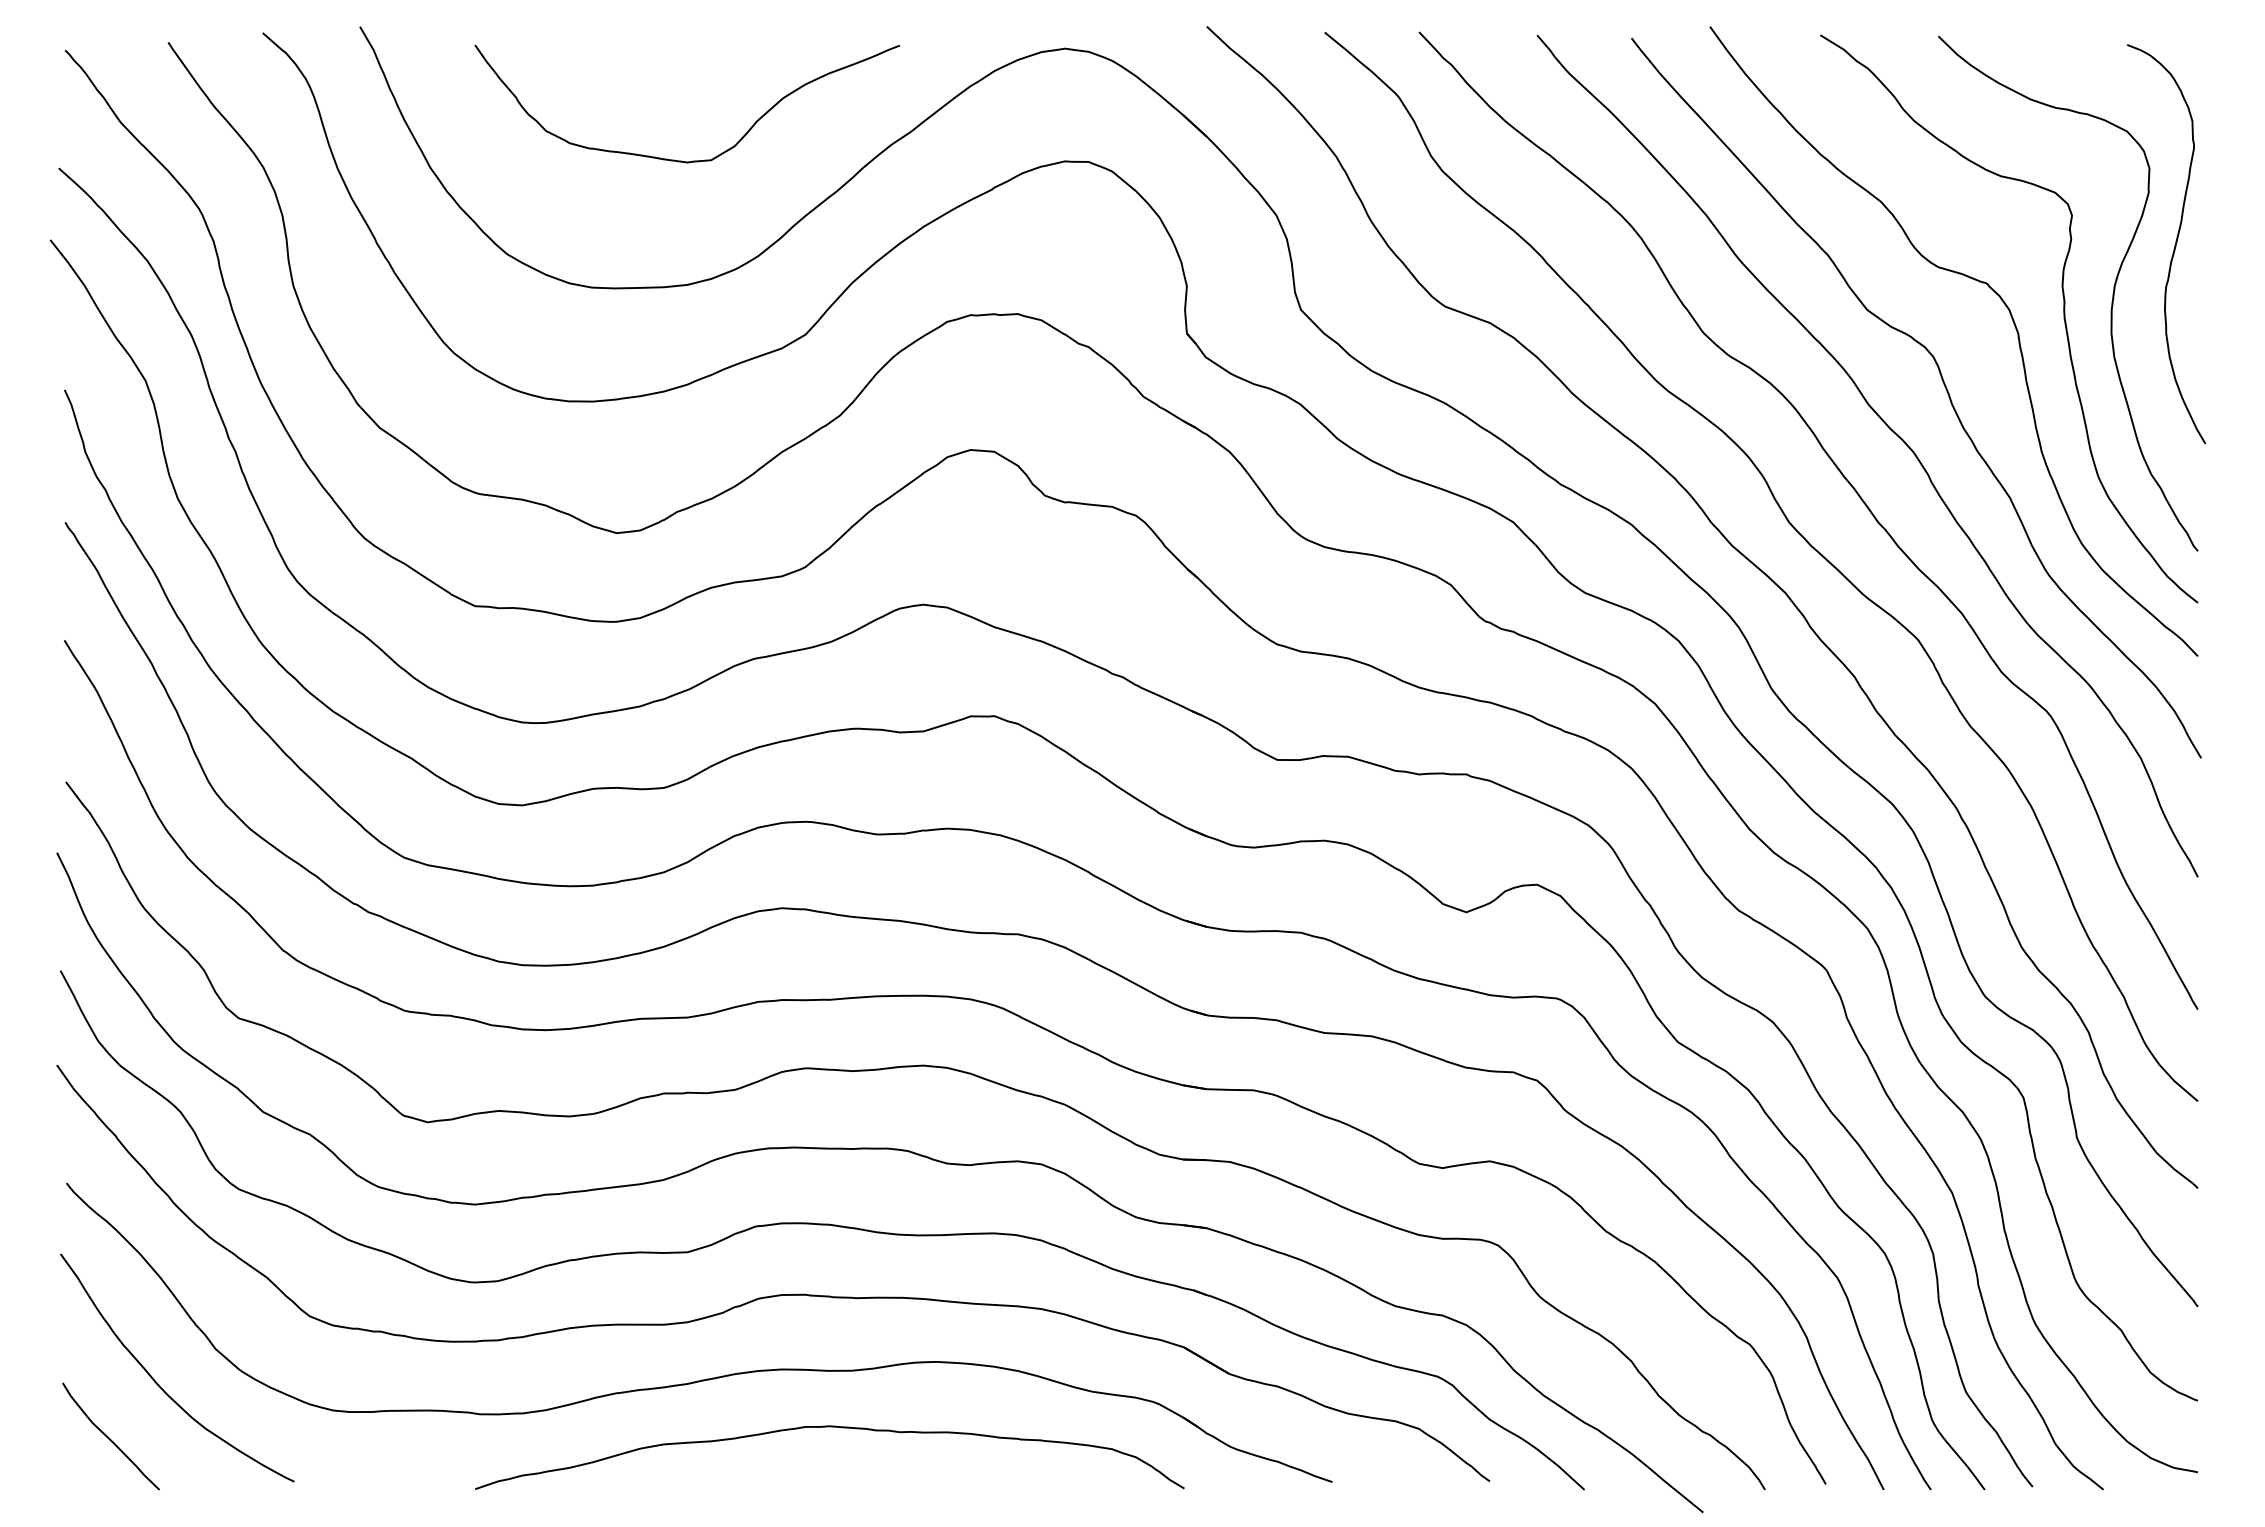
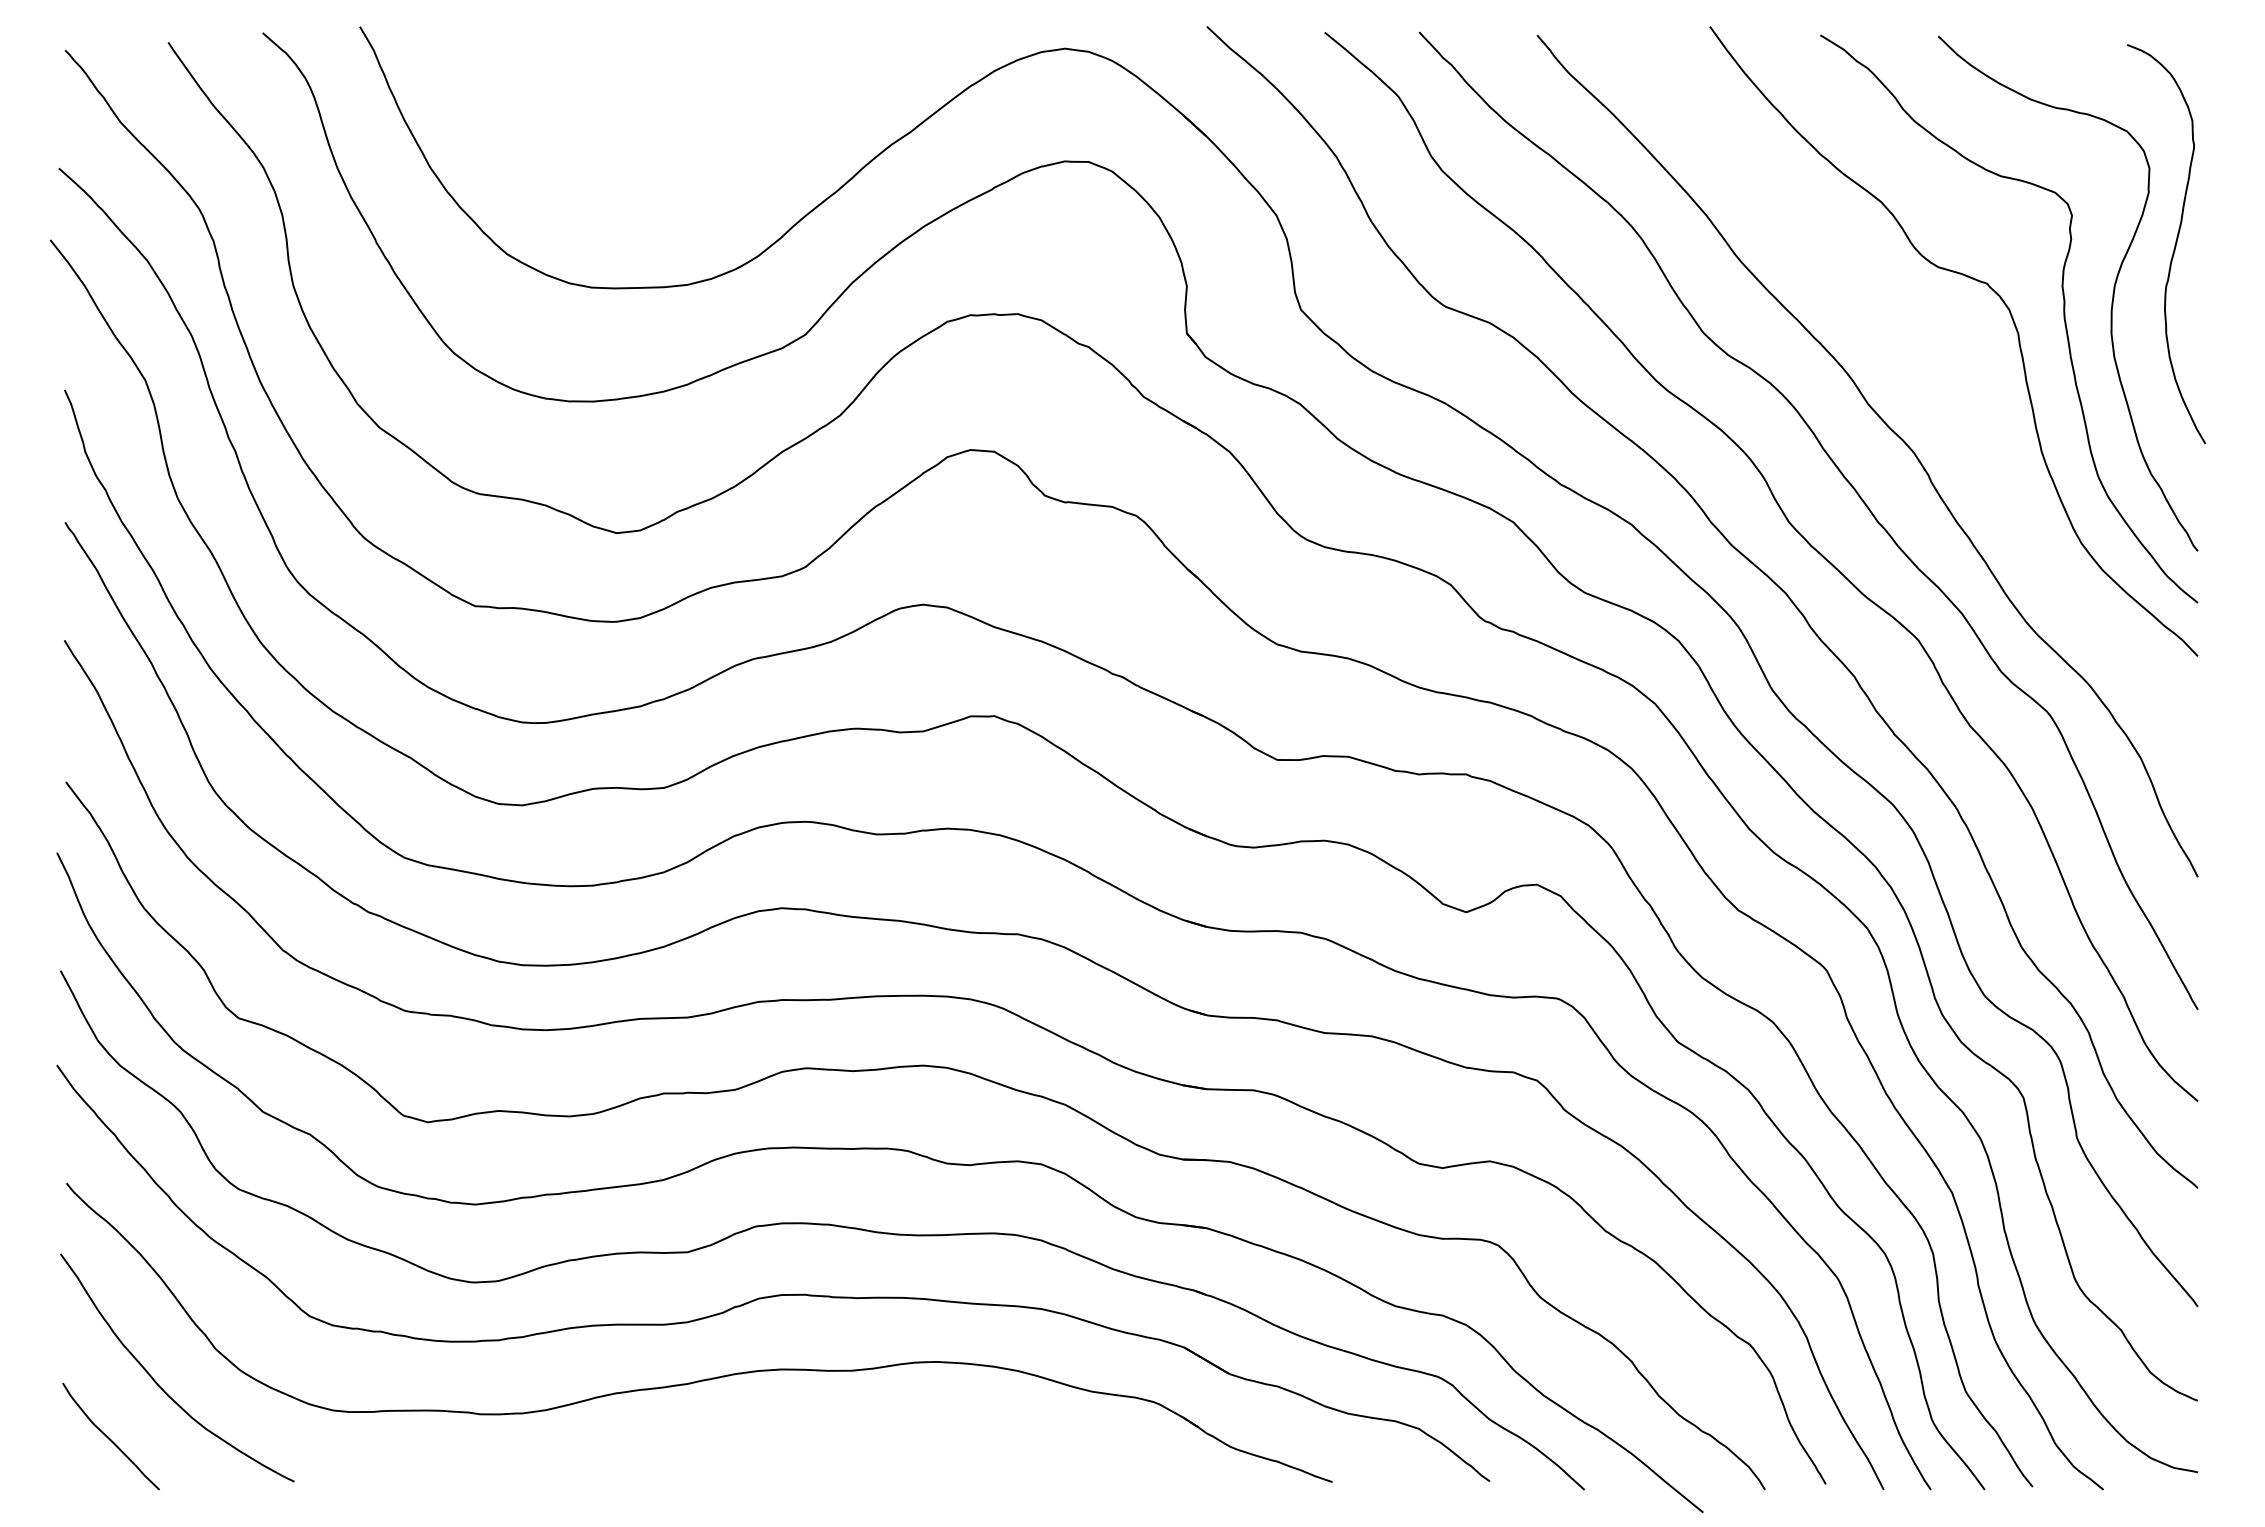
curve at (682, 160): present -> none
curve at (1944, 387): present -> none
curve at (829, 1427): present -> none
